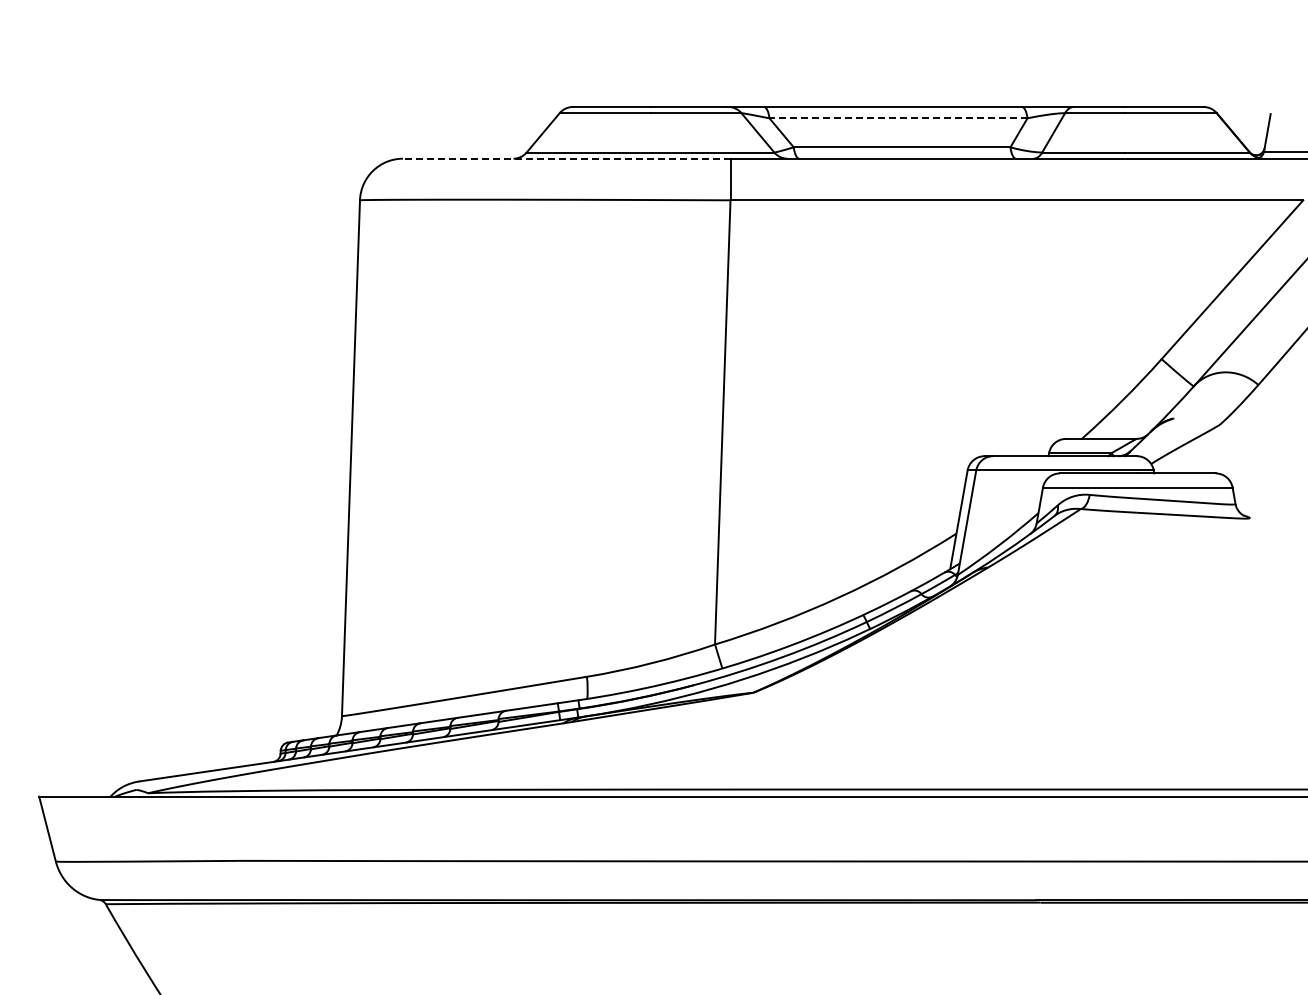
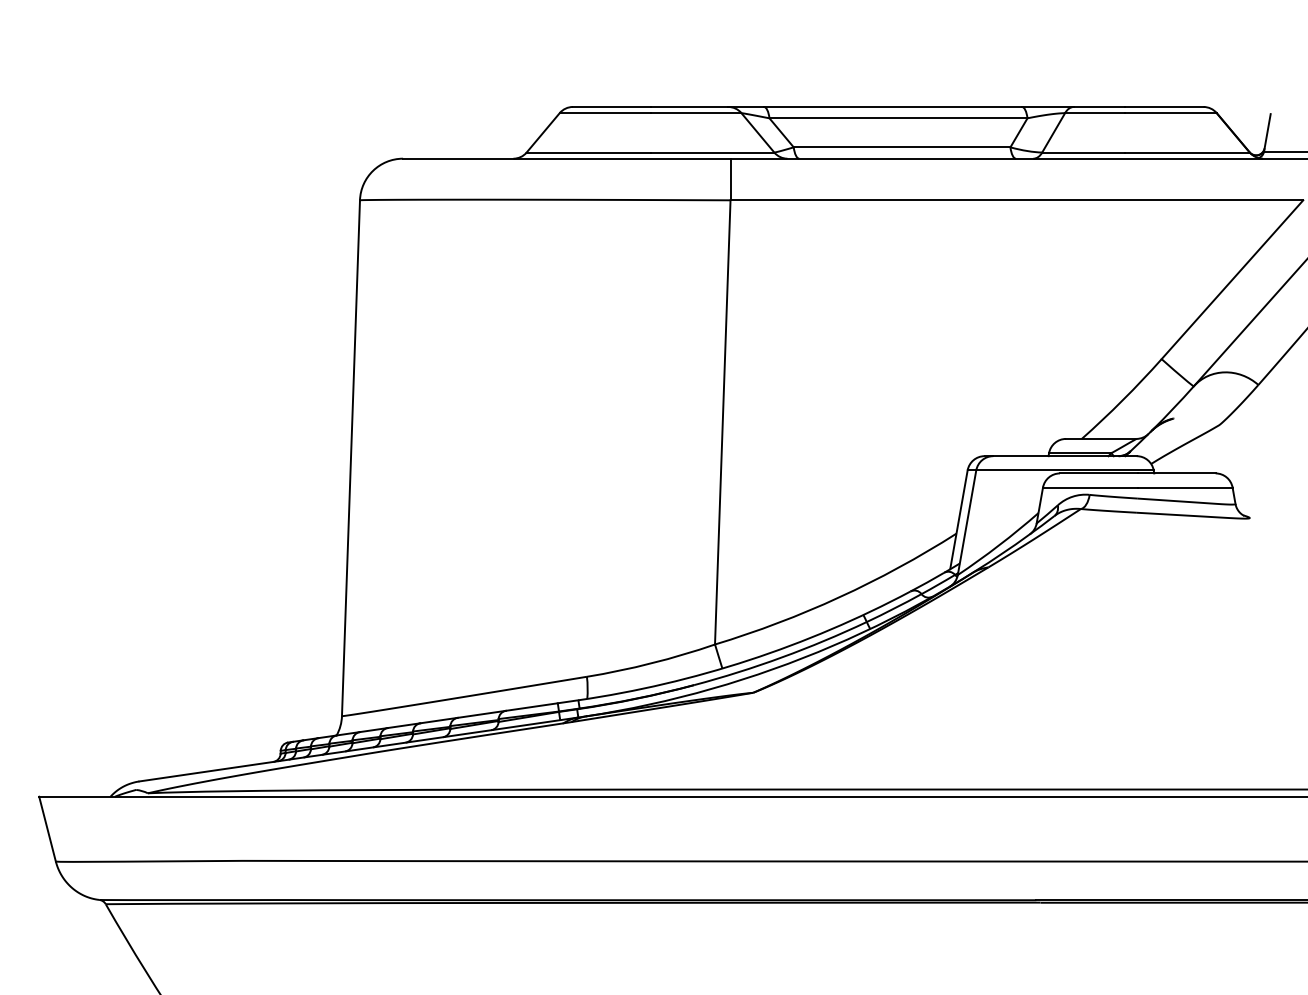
line at (898, 118): dashed -> solid
line at (566, 158): dashed -> solid
